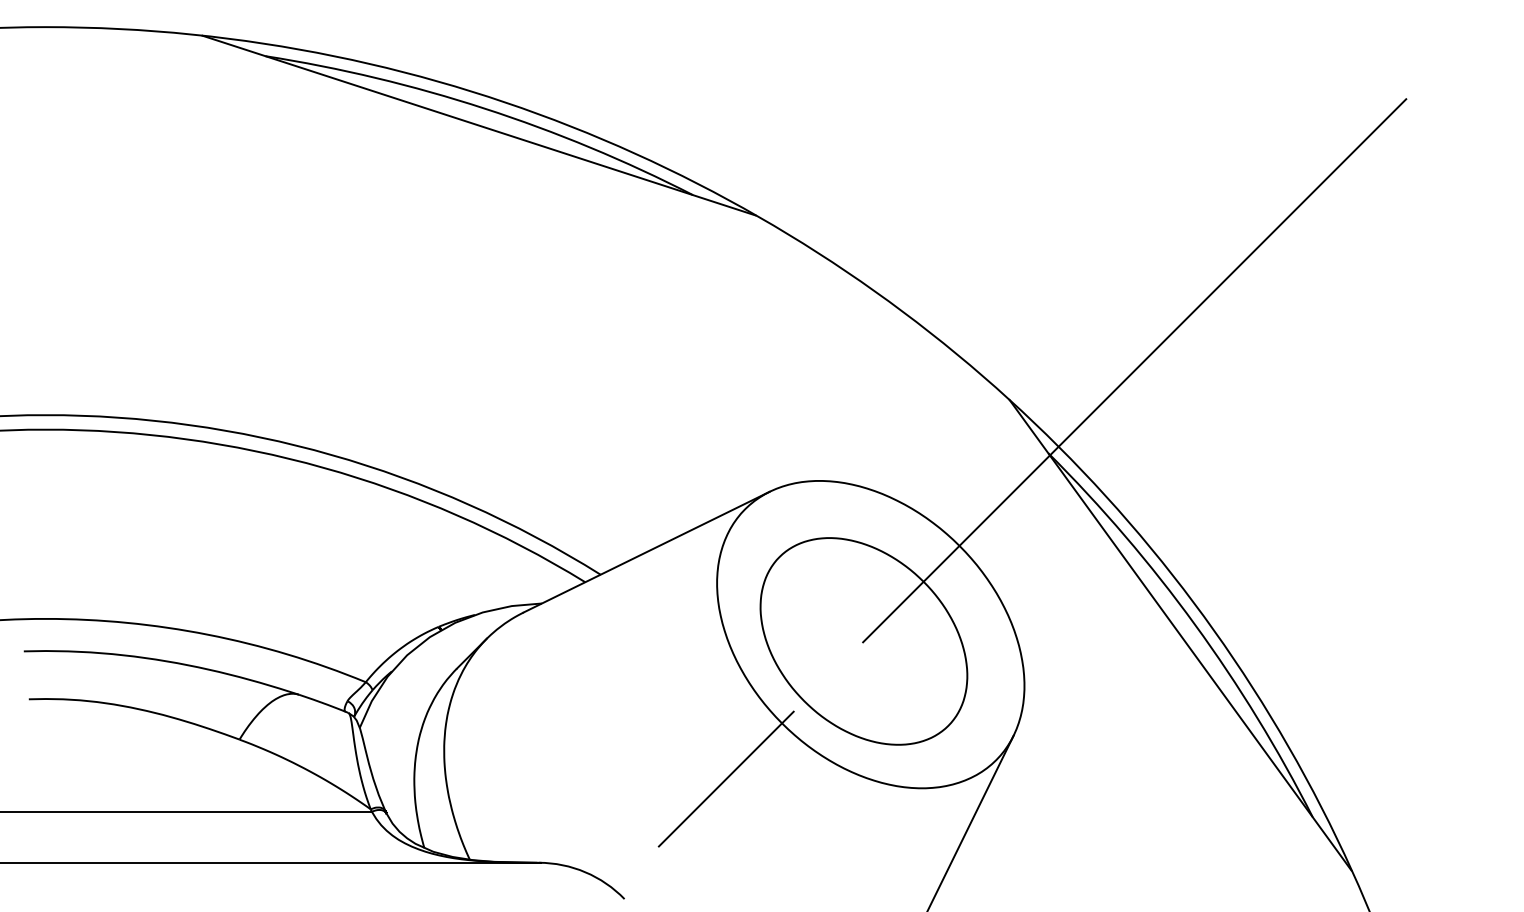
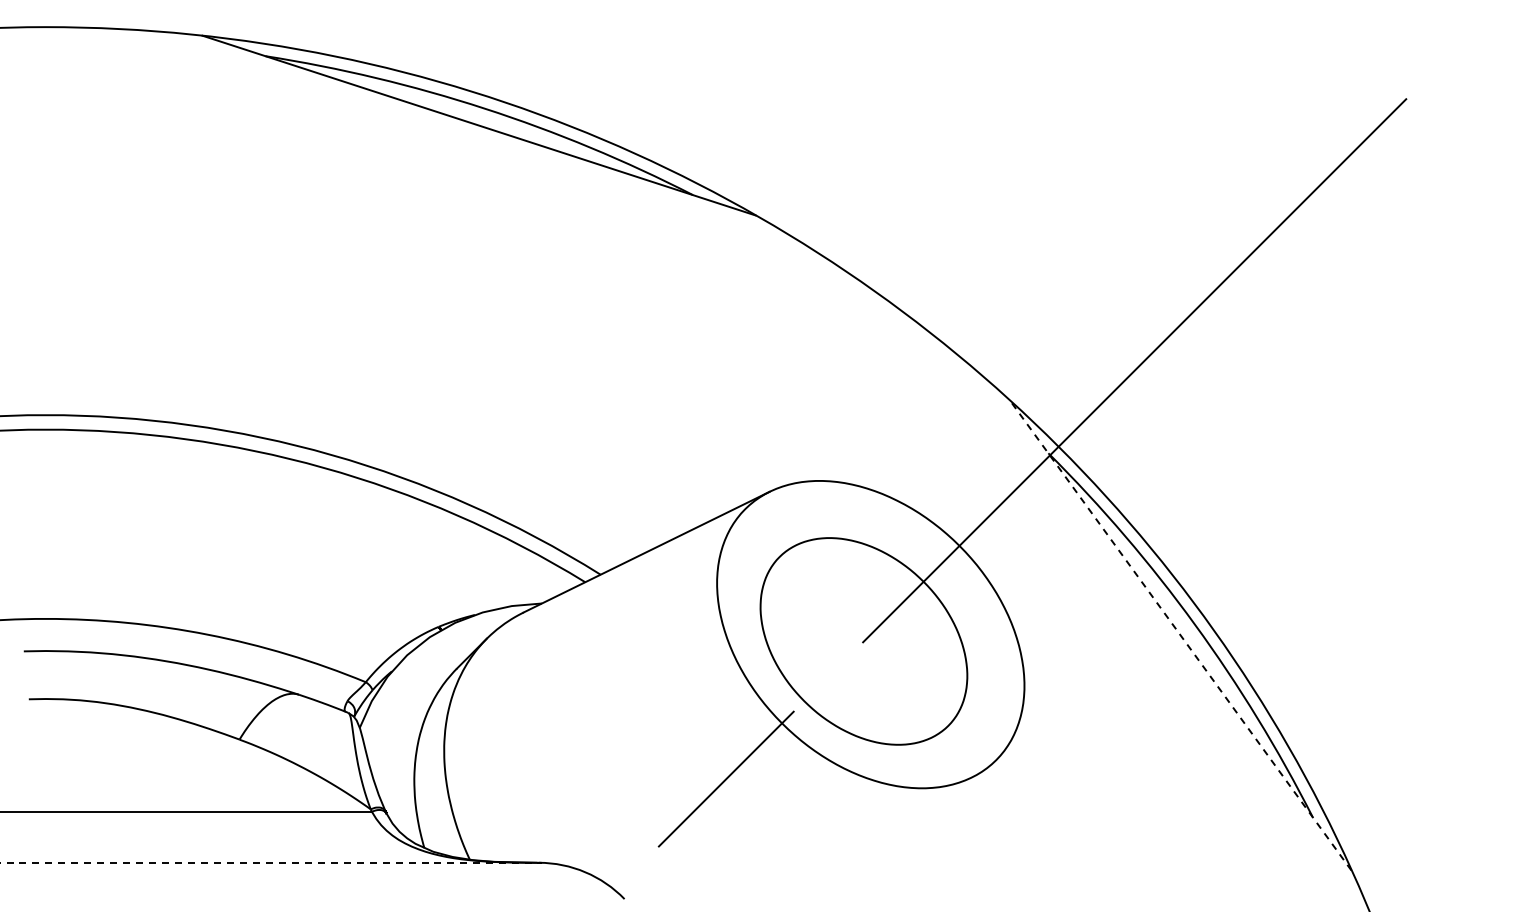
line at (1180, 635): solid -> dashed
line at (970, 821): present -> none
line at (270, 862): solid -> dashed
